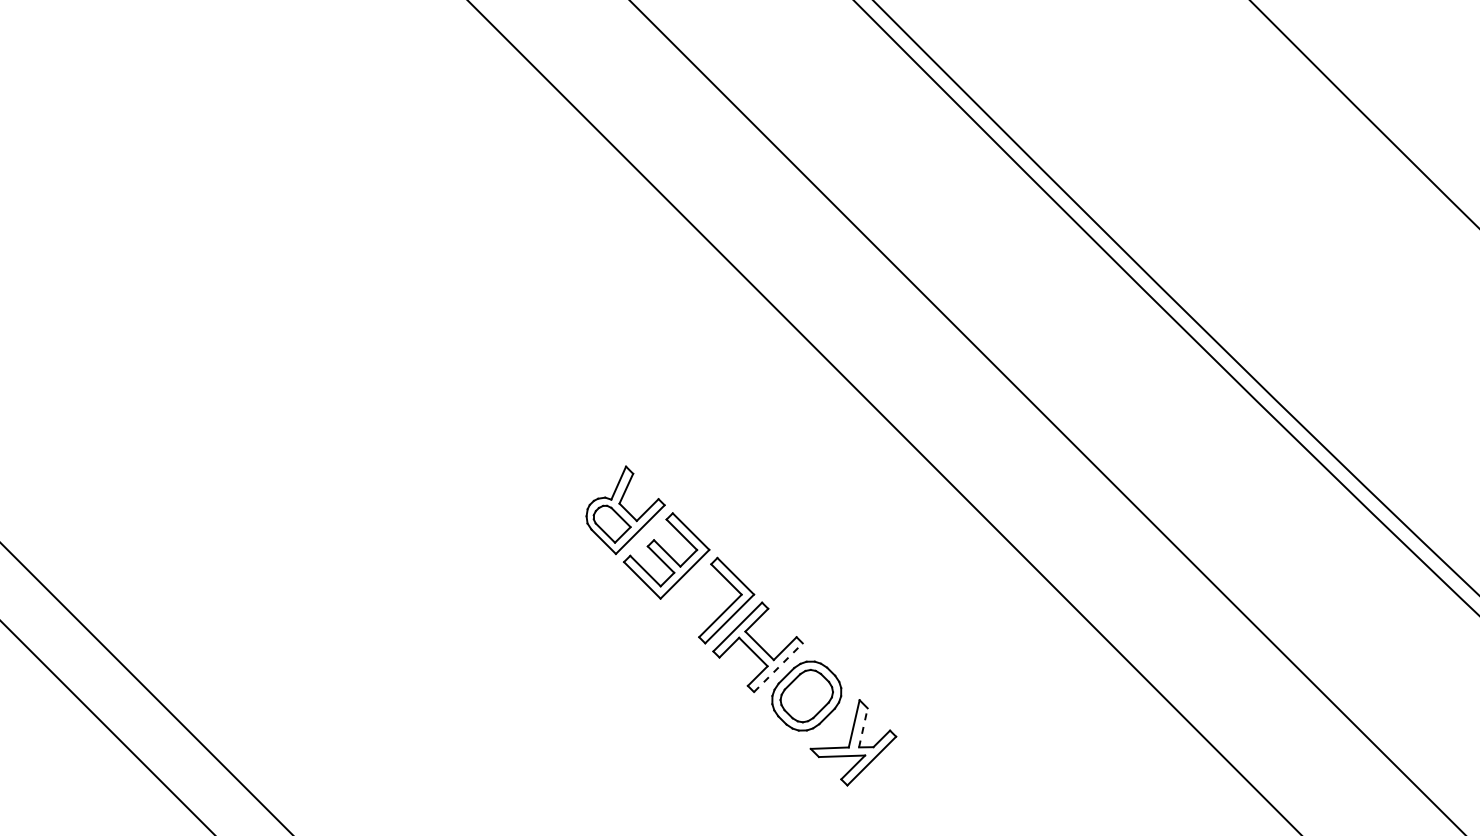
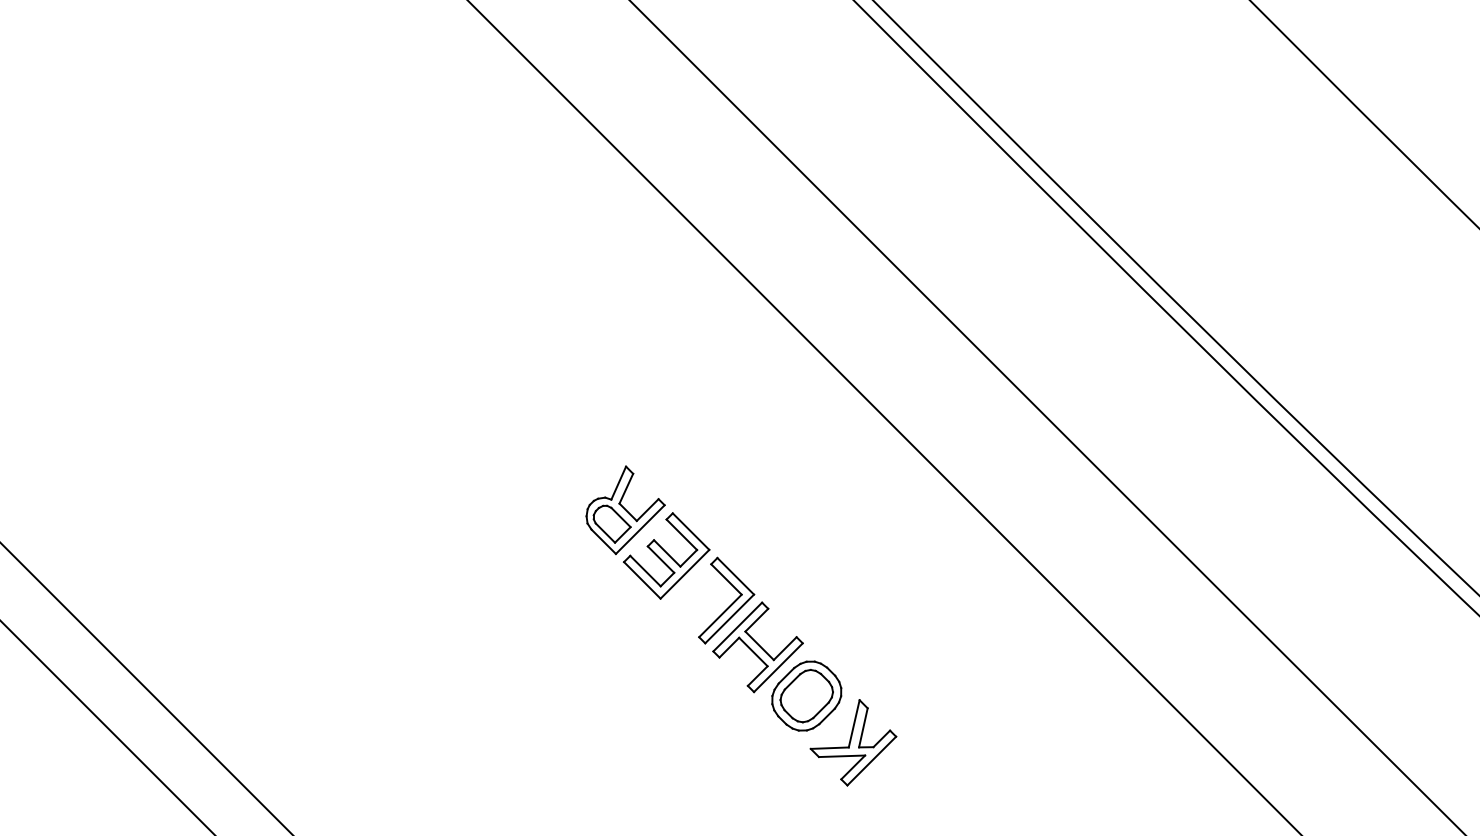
line at (778, 667): dashed -> solid
line at (863, 727): dashed -> solid
